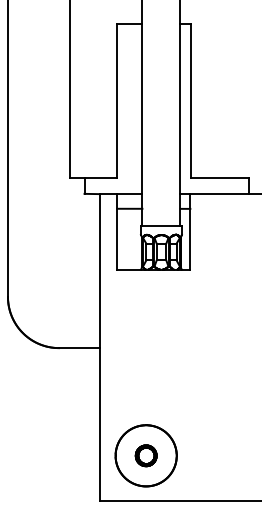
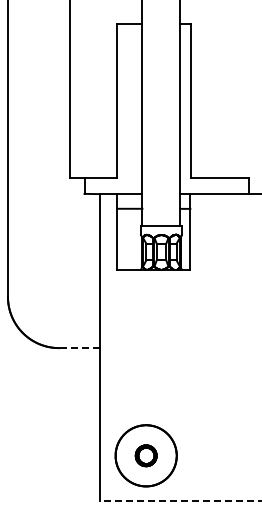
line at (78, 348): solid -> dashed
line at (180, 500): solid -> dashed
